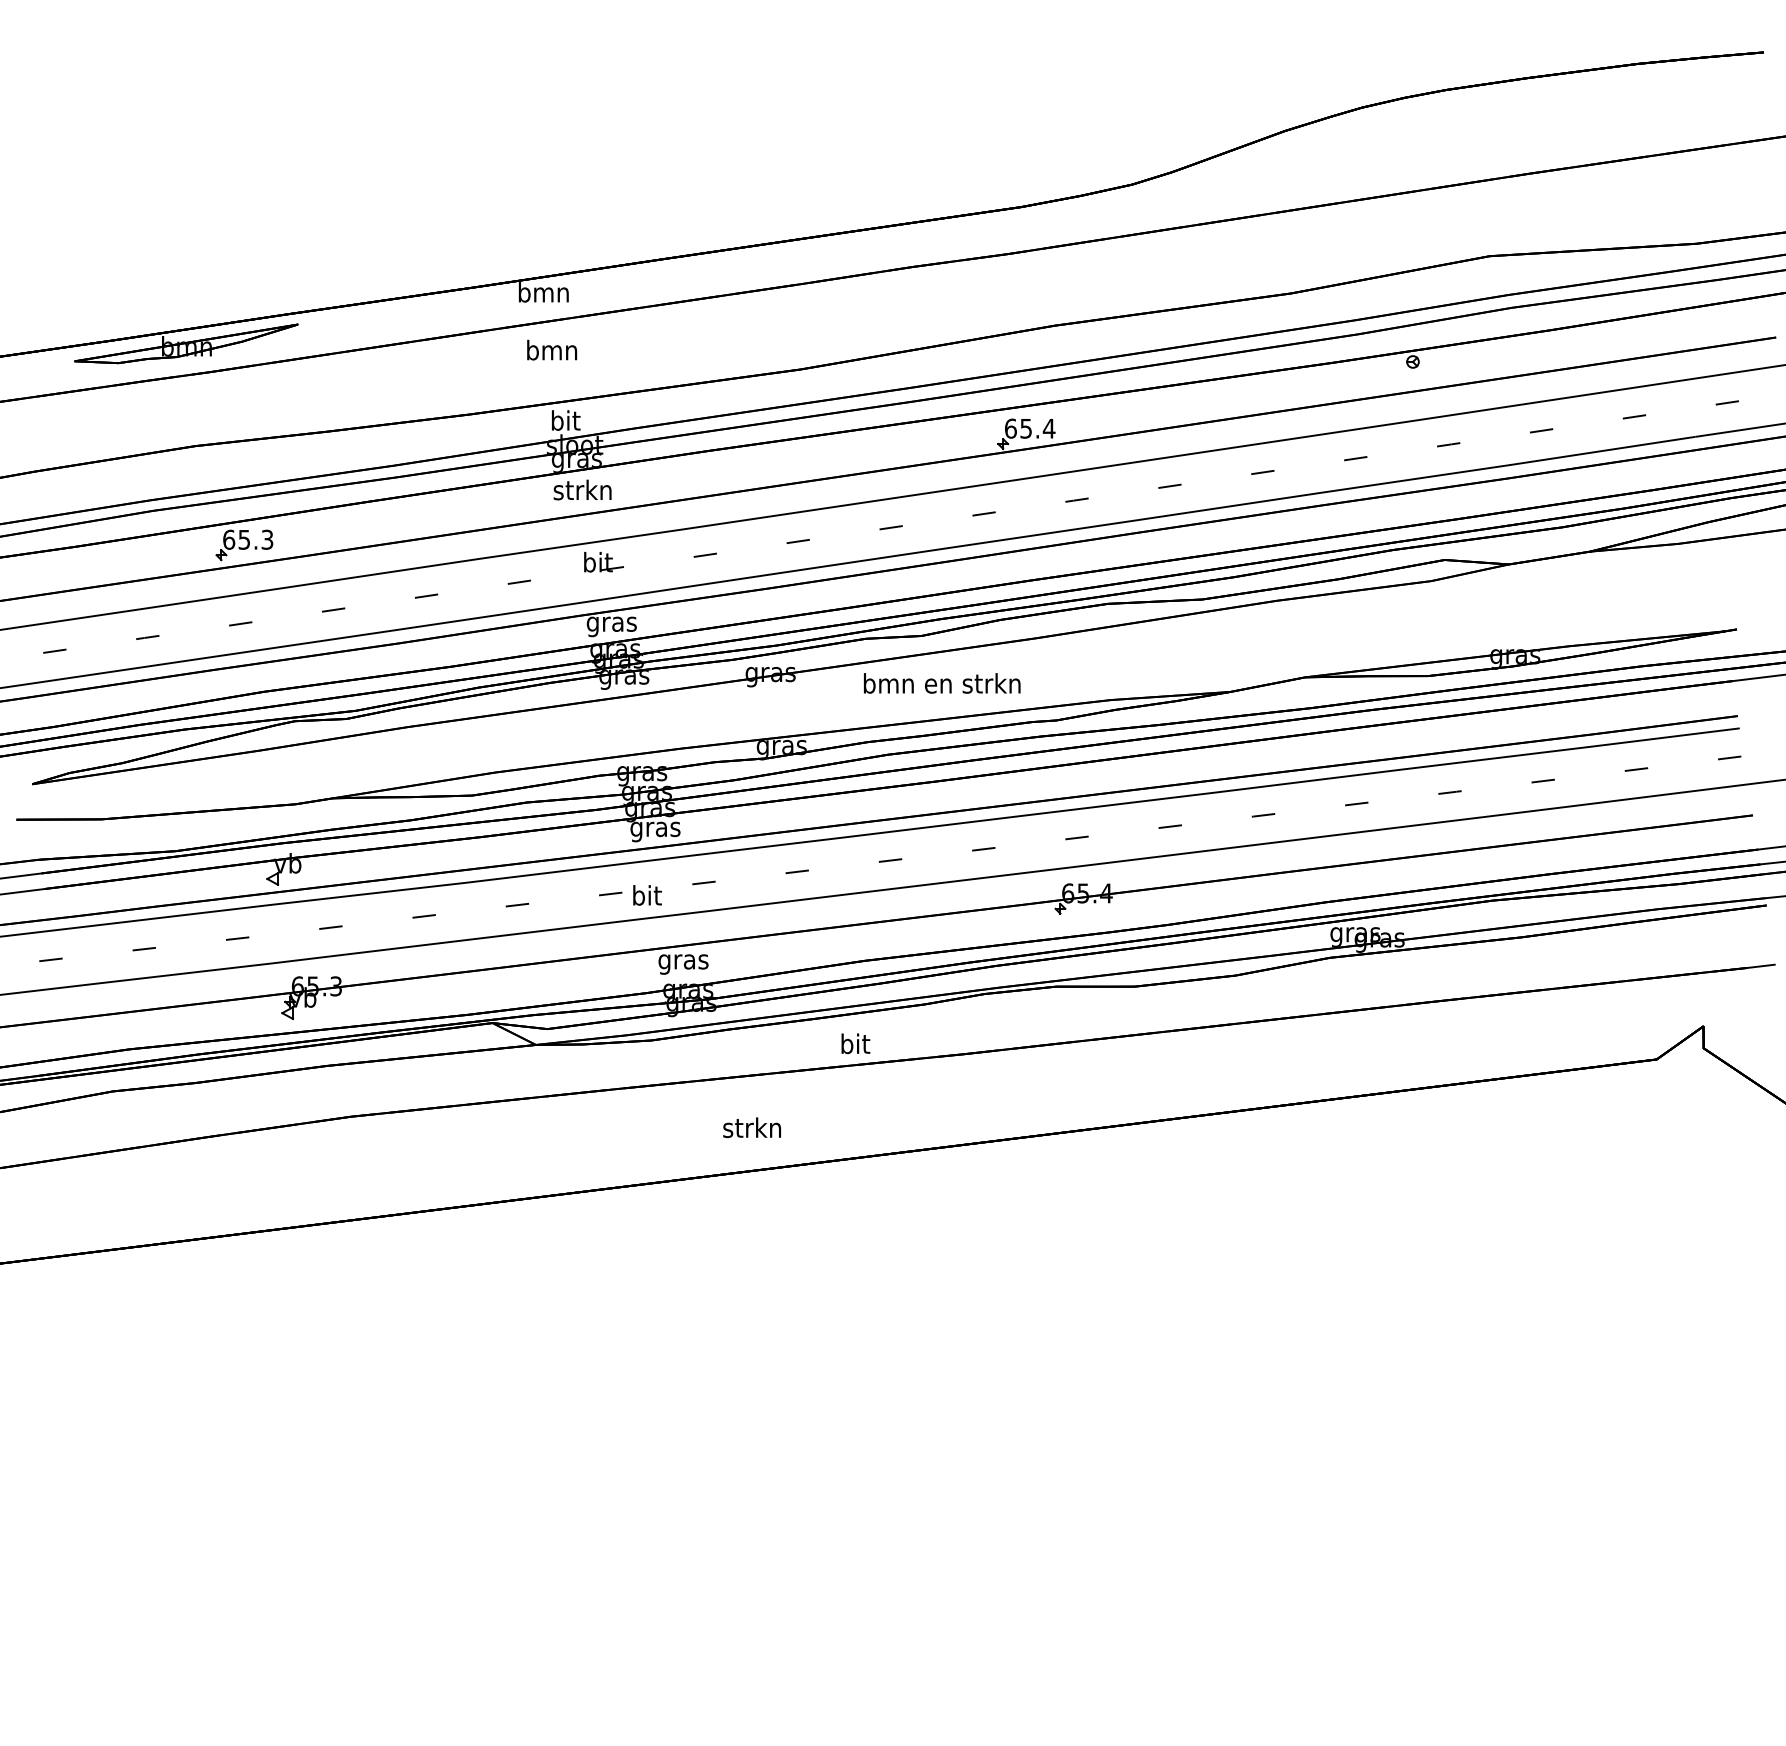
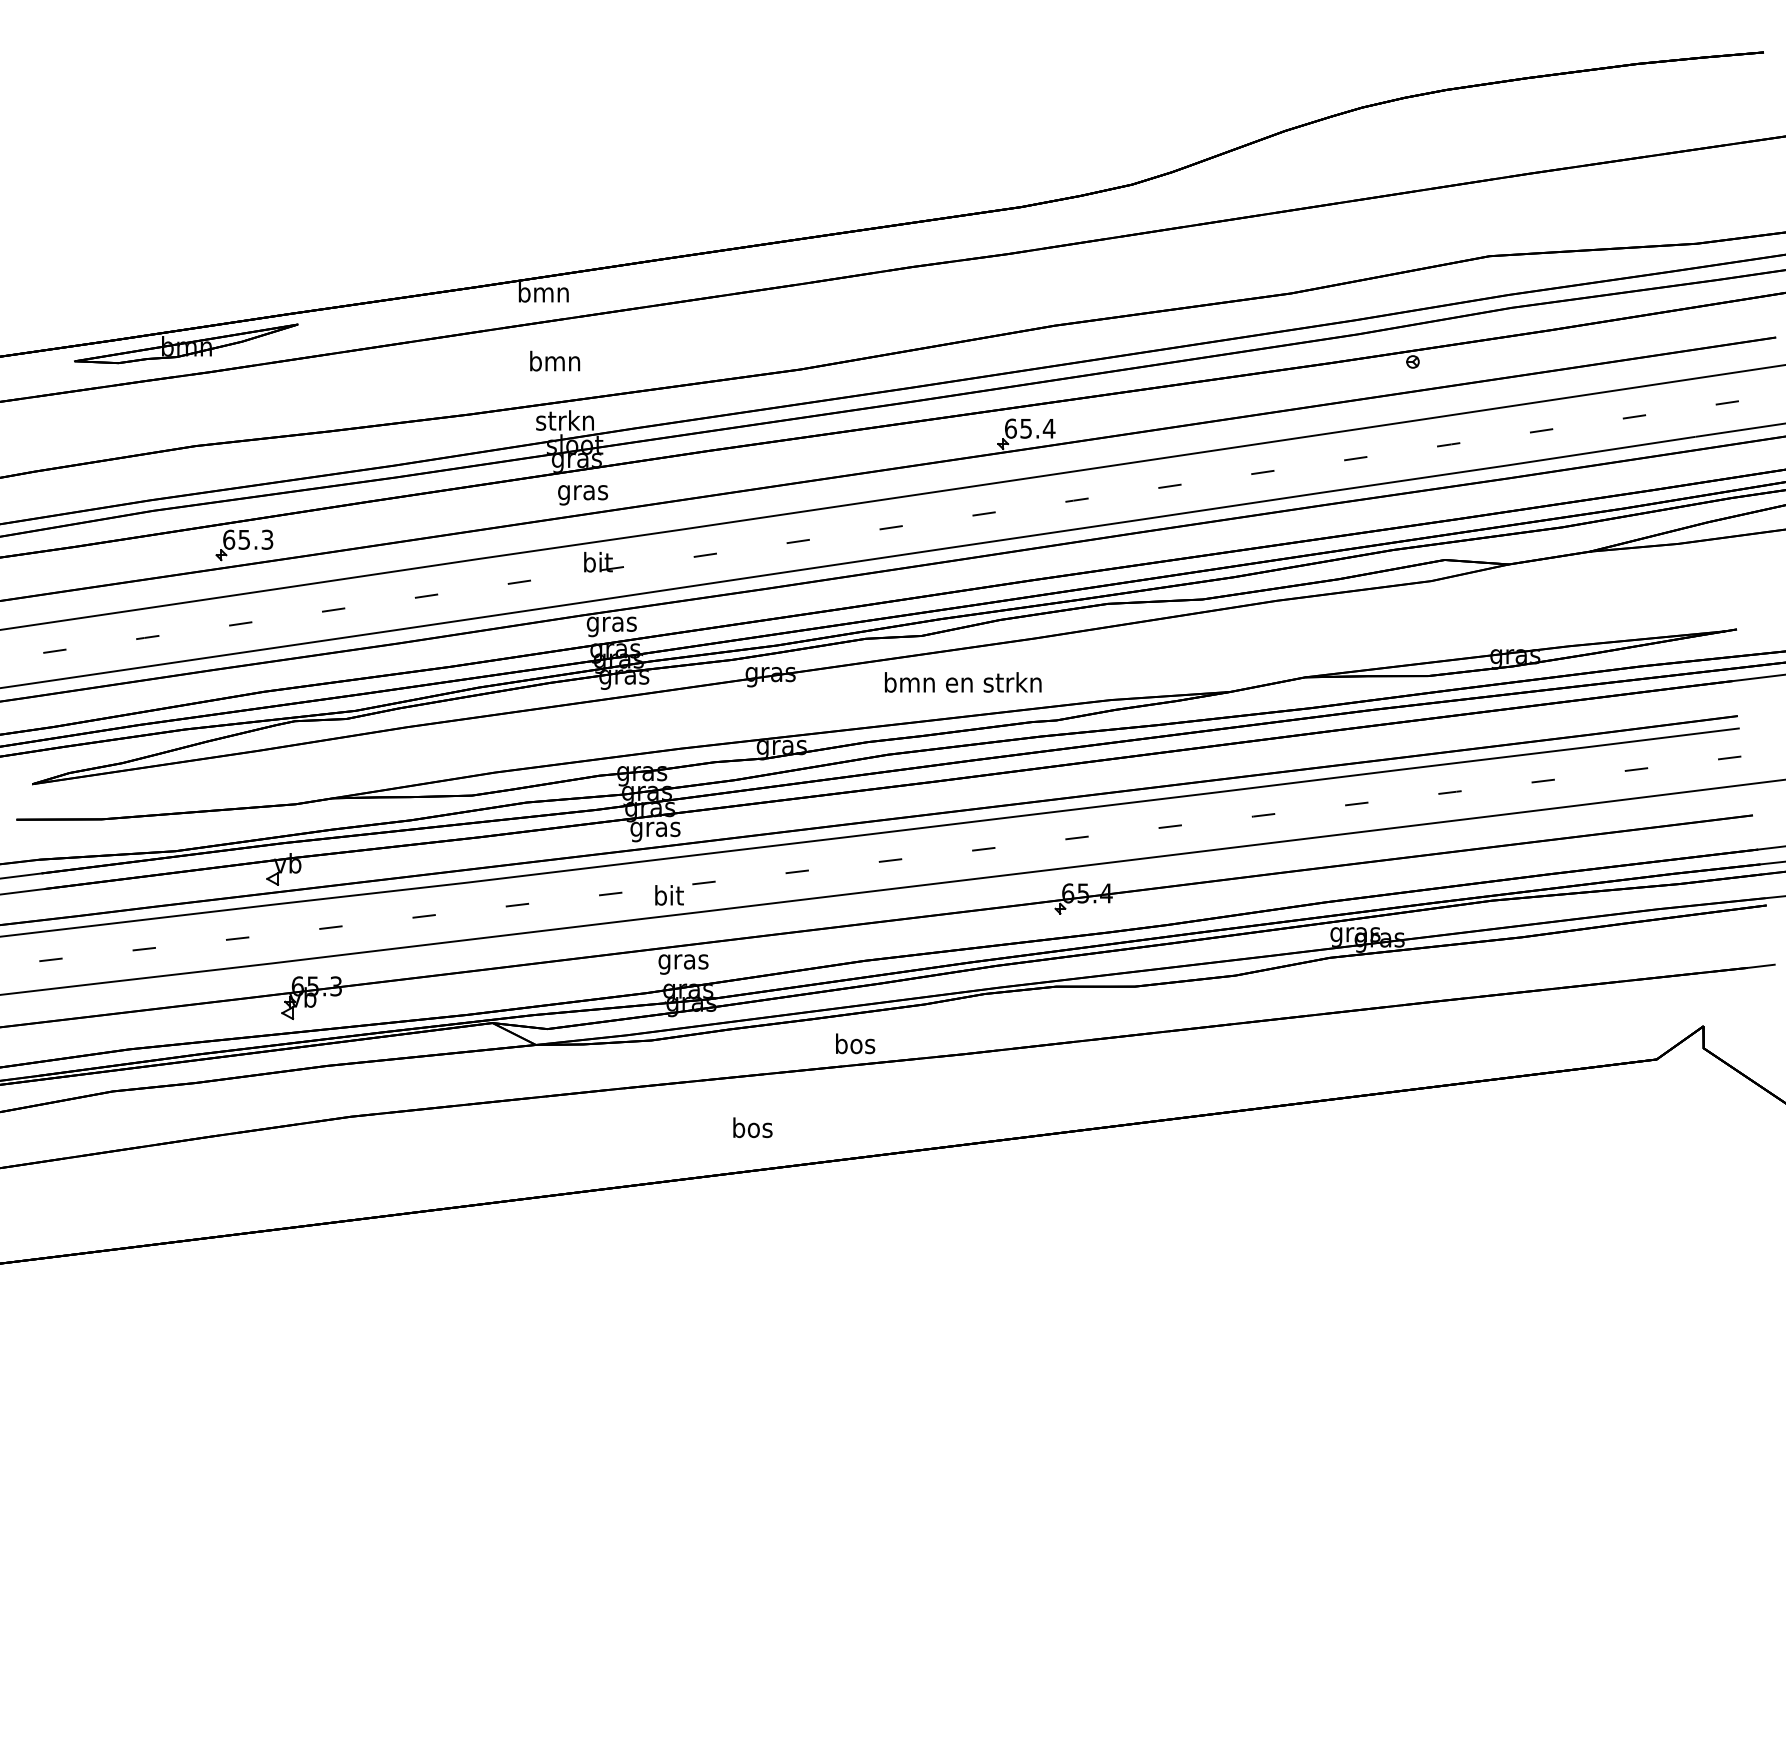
text at (552, 349) position: (552, 349) -> (555, 360)
text at (564, 420): bit -> strkn
text at (582, 492): strkn -> gras
text at (942, 683) position: (942, 683) -> (963, 682)
text at (647, 895) position: (647, 895) -> (669, 895)
text at (855, 1043): bit -> bos
text at (752, 1127): strkn -> bos
